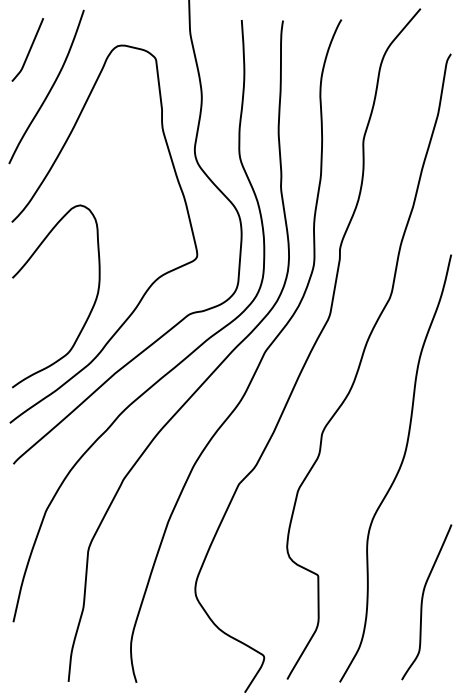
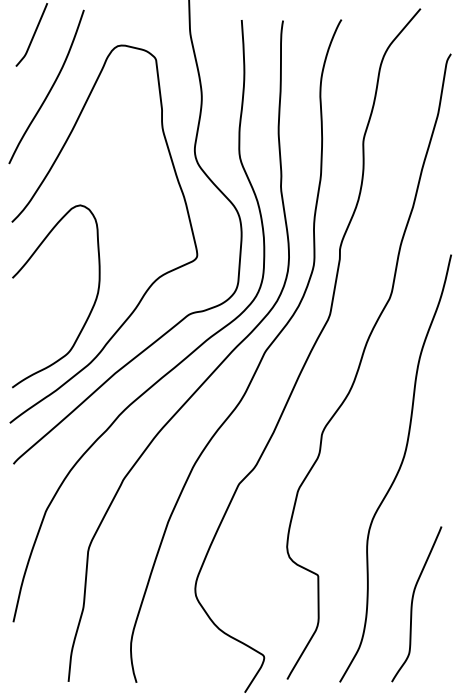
curve at (28, 50) position: (28, 50) -> (32, 35)
curve at (422, 602) position: (422, 602) -> (412, 604)
